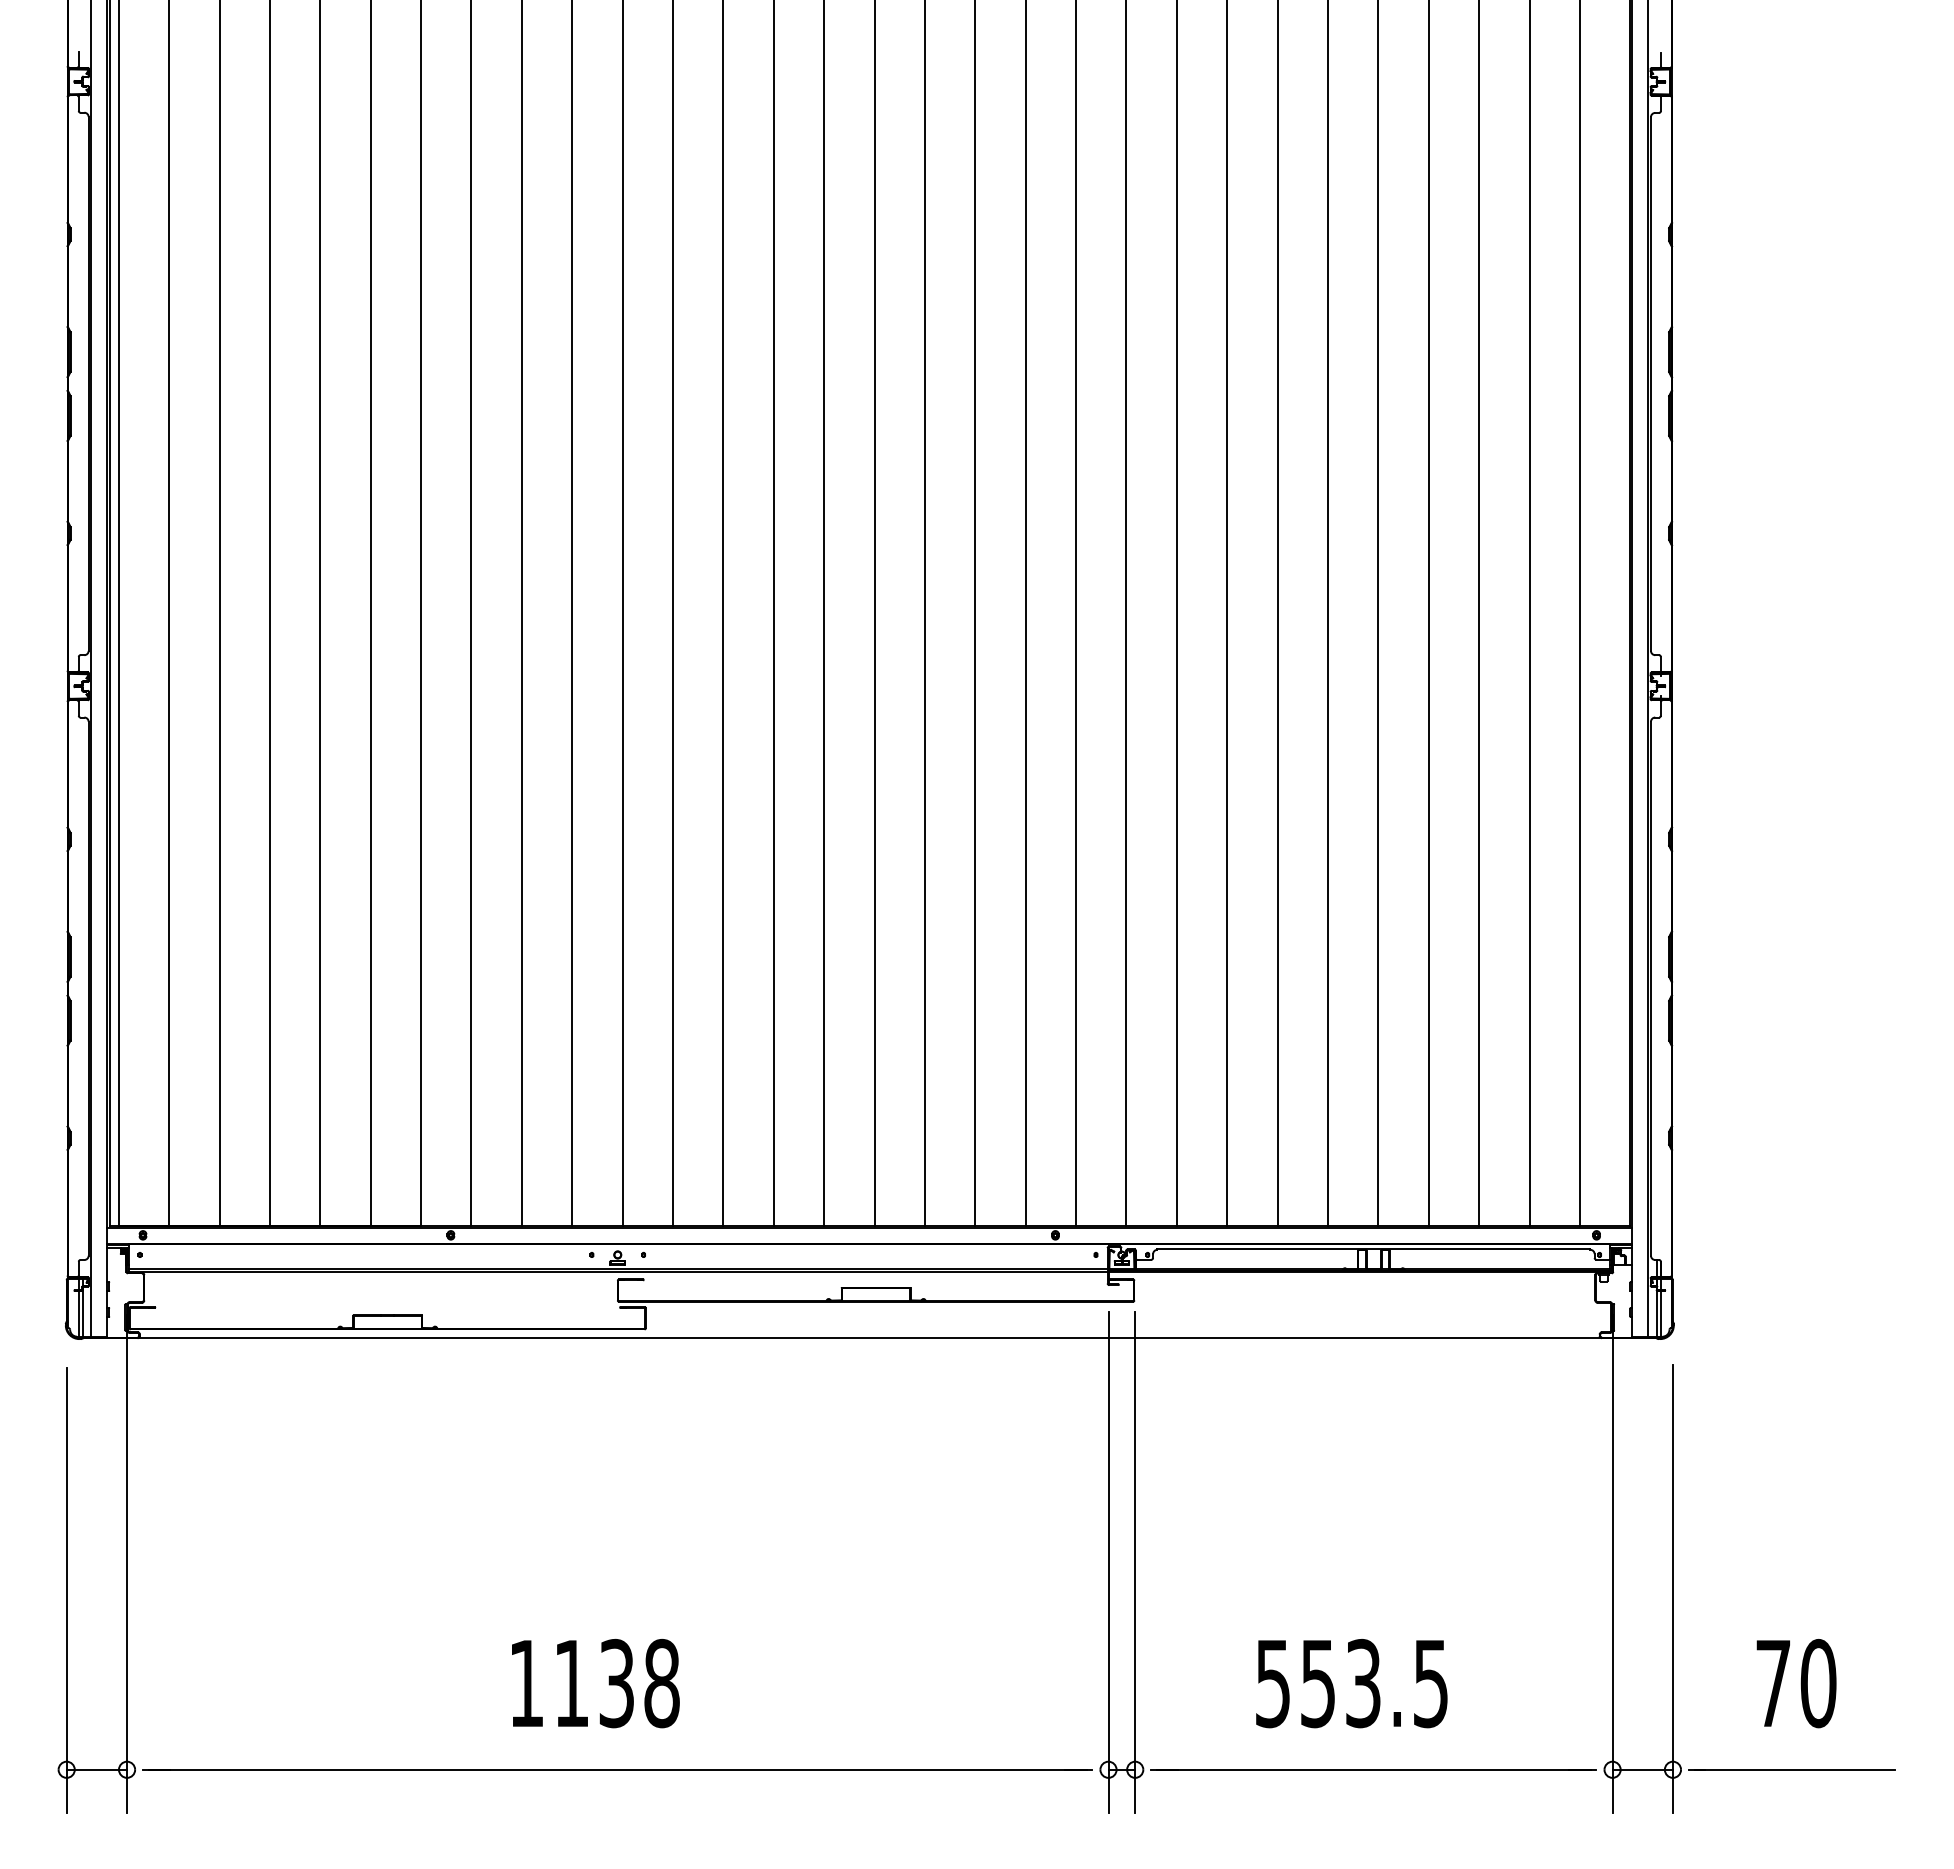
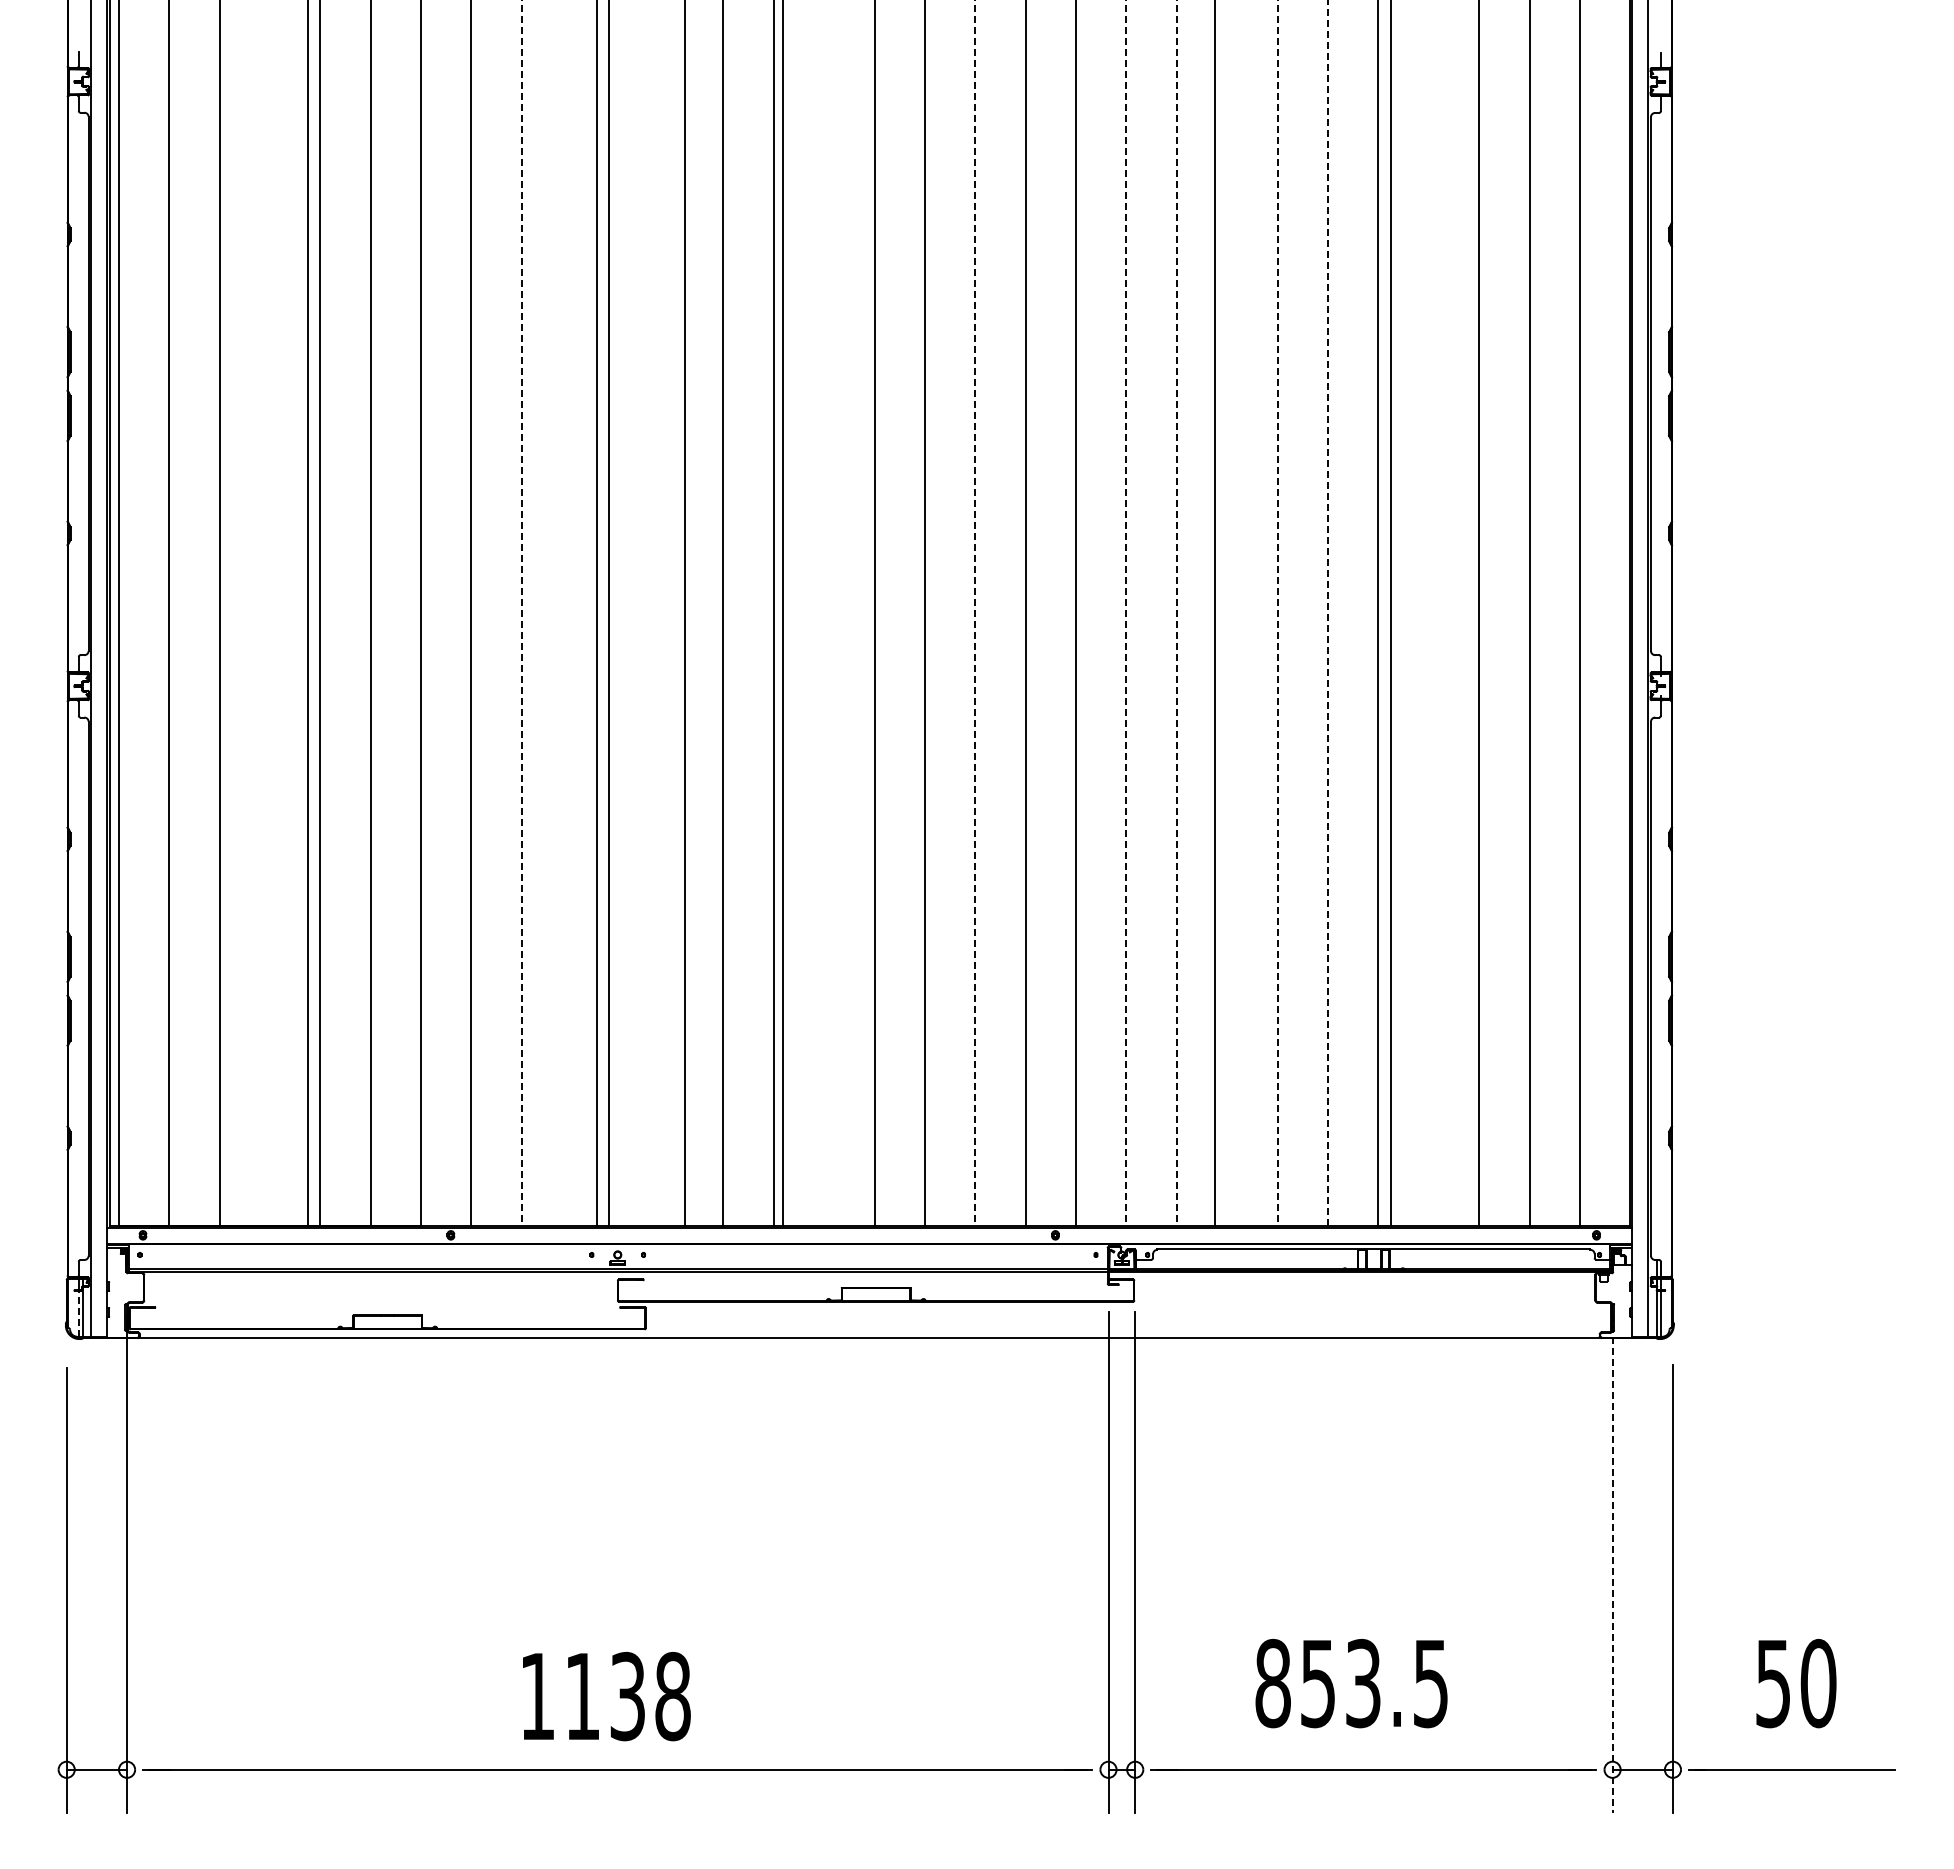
line at (521, 613): solid -> dashed
line at (975, 613): solid -> dashed
line at (1126, 613): solid -> dashed
line at (1176, 613): solid -> dashed
line at (1277, 613): solid -> dashed
line at (1327, 613): solid -> dashed
line at (269, 614) position: (269, 614) -> (307, 614)
line at (572, 614) position: (572, 614) -> (597, 614)
line at (622, 614) position: (622, 614) -> (608, 614)
line at (673, 614) position: (673, 614) -> (685, 614)
line at (824, 614) position: (824, 614) -> (783, 614)
line at (1227, 614) position: (1227, 614) -> (1215, 614)
line at (1428, 614) position: (1428, 614) -> (1390, 614)
line at (78, 1313): solid -> dashed
line at (1612, 1563): solid -> dashed
text at (595, 1683) position: (595, 1683) -> (606, 1696)
text at (1272, 1683): 553.5 -> 853.5
text at (1773, 1684): 70 -> 50
